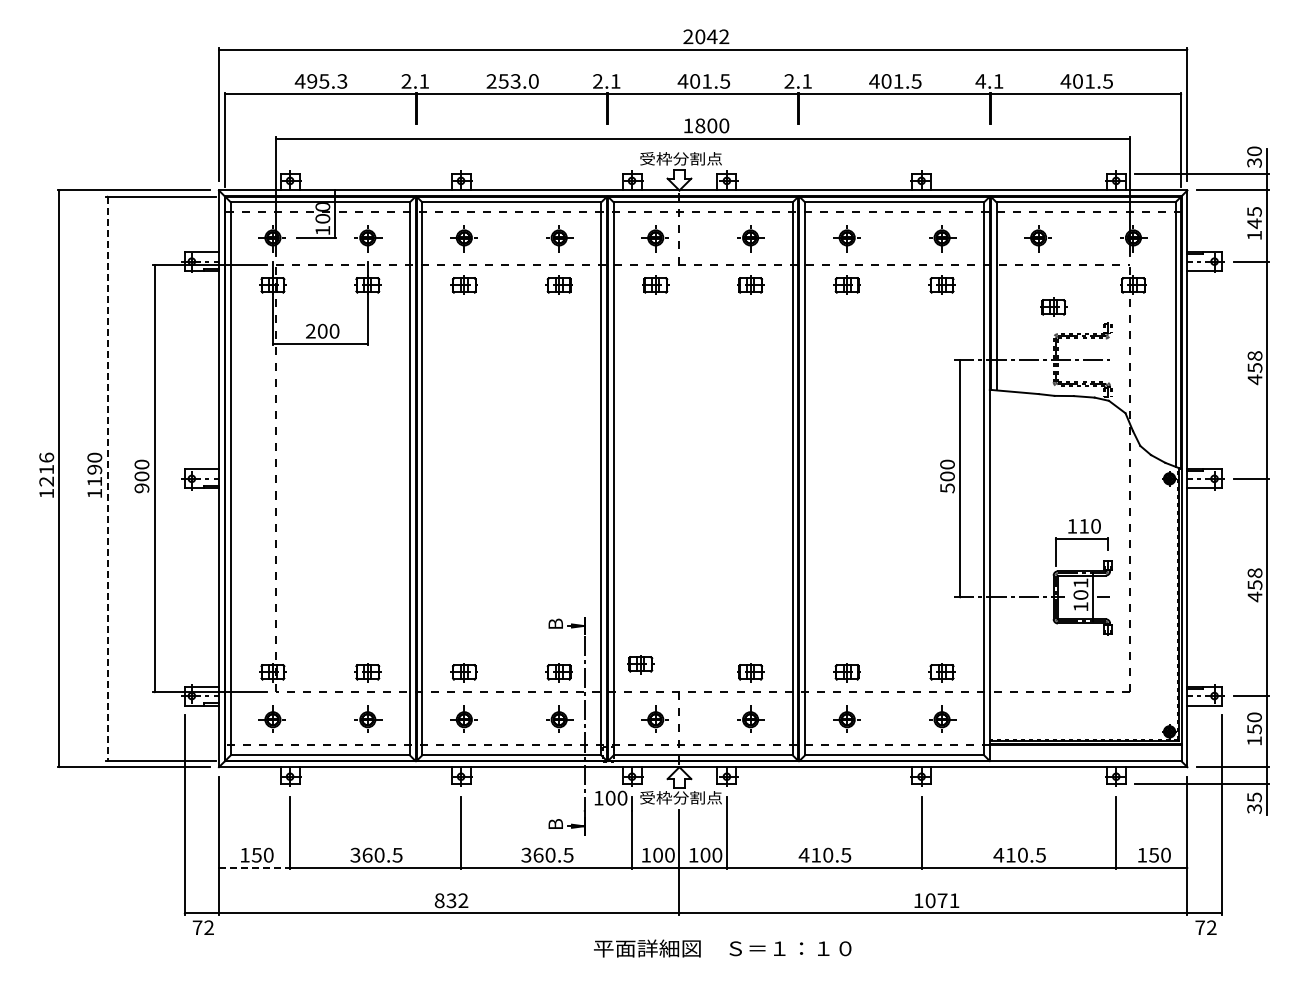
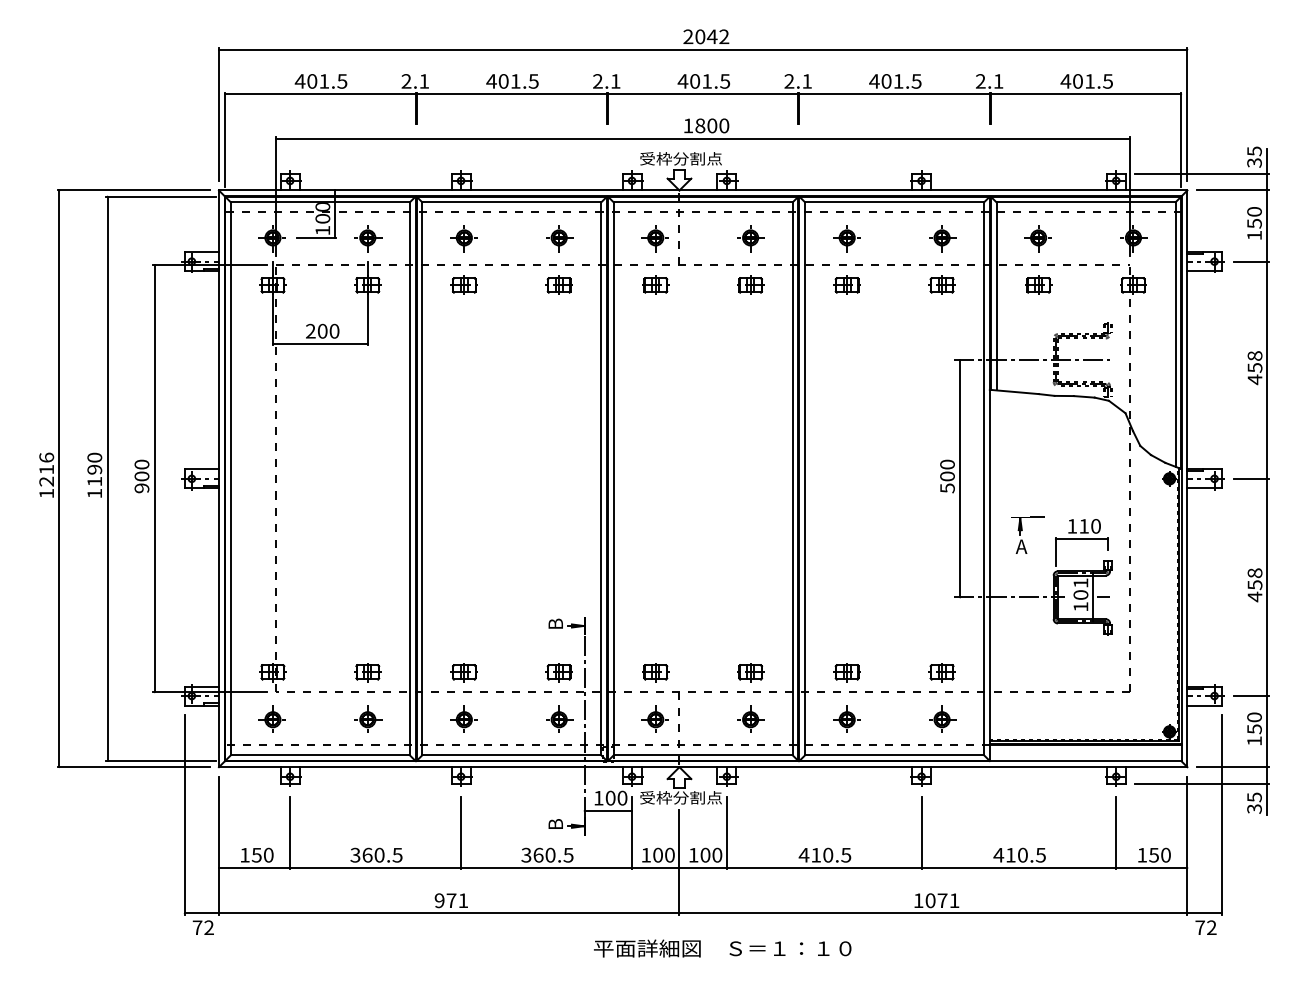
text at (327, 81): 495.3 -> 401.5
text at (512, 81): 253.0 -> 401.5
text at (980, 81): 4.1 -> 2.1
text at (1254, 151): 30 -> 35
text at (1254, 218): 145 -> 150
part at (1053, 306) position: (1053, 306) -> (1038, 284)
line at (107, 479): dashed -> solid
part at (1022, 530): none -> present
part at (640, 664) position: (640, 664) -> (655, 672)
line at (608, 810): none -> present
line at (254, 868): dashed -> solid
text at (451, 900): 832 -> 971
